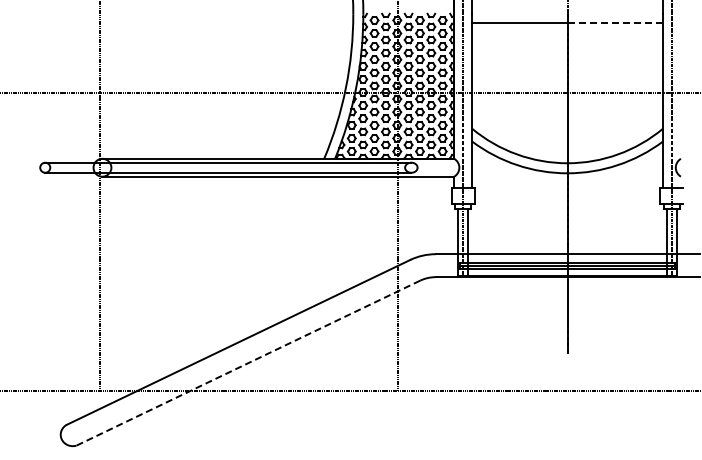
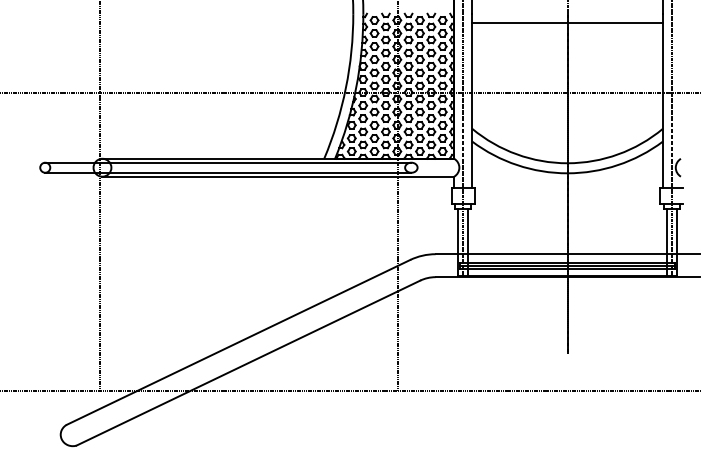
line at (615, 23): dashed -> solid
line at (248, 363): dashed -> solid
